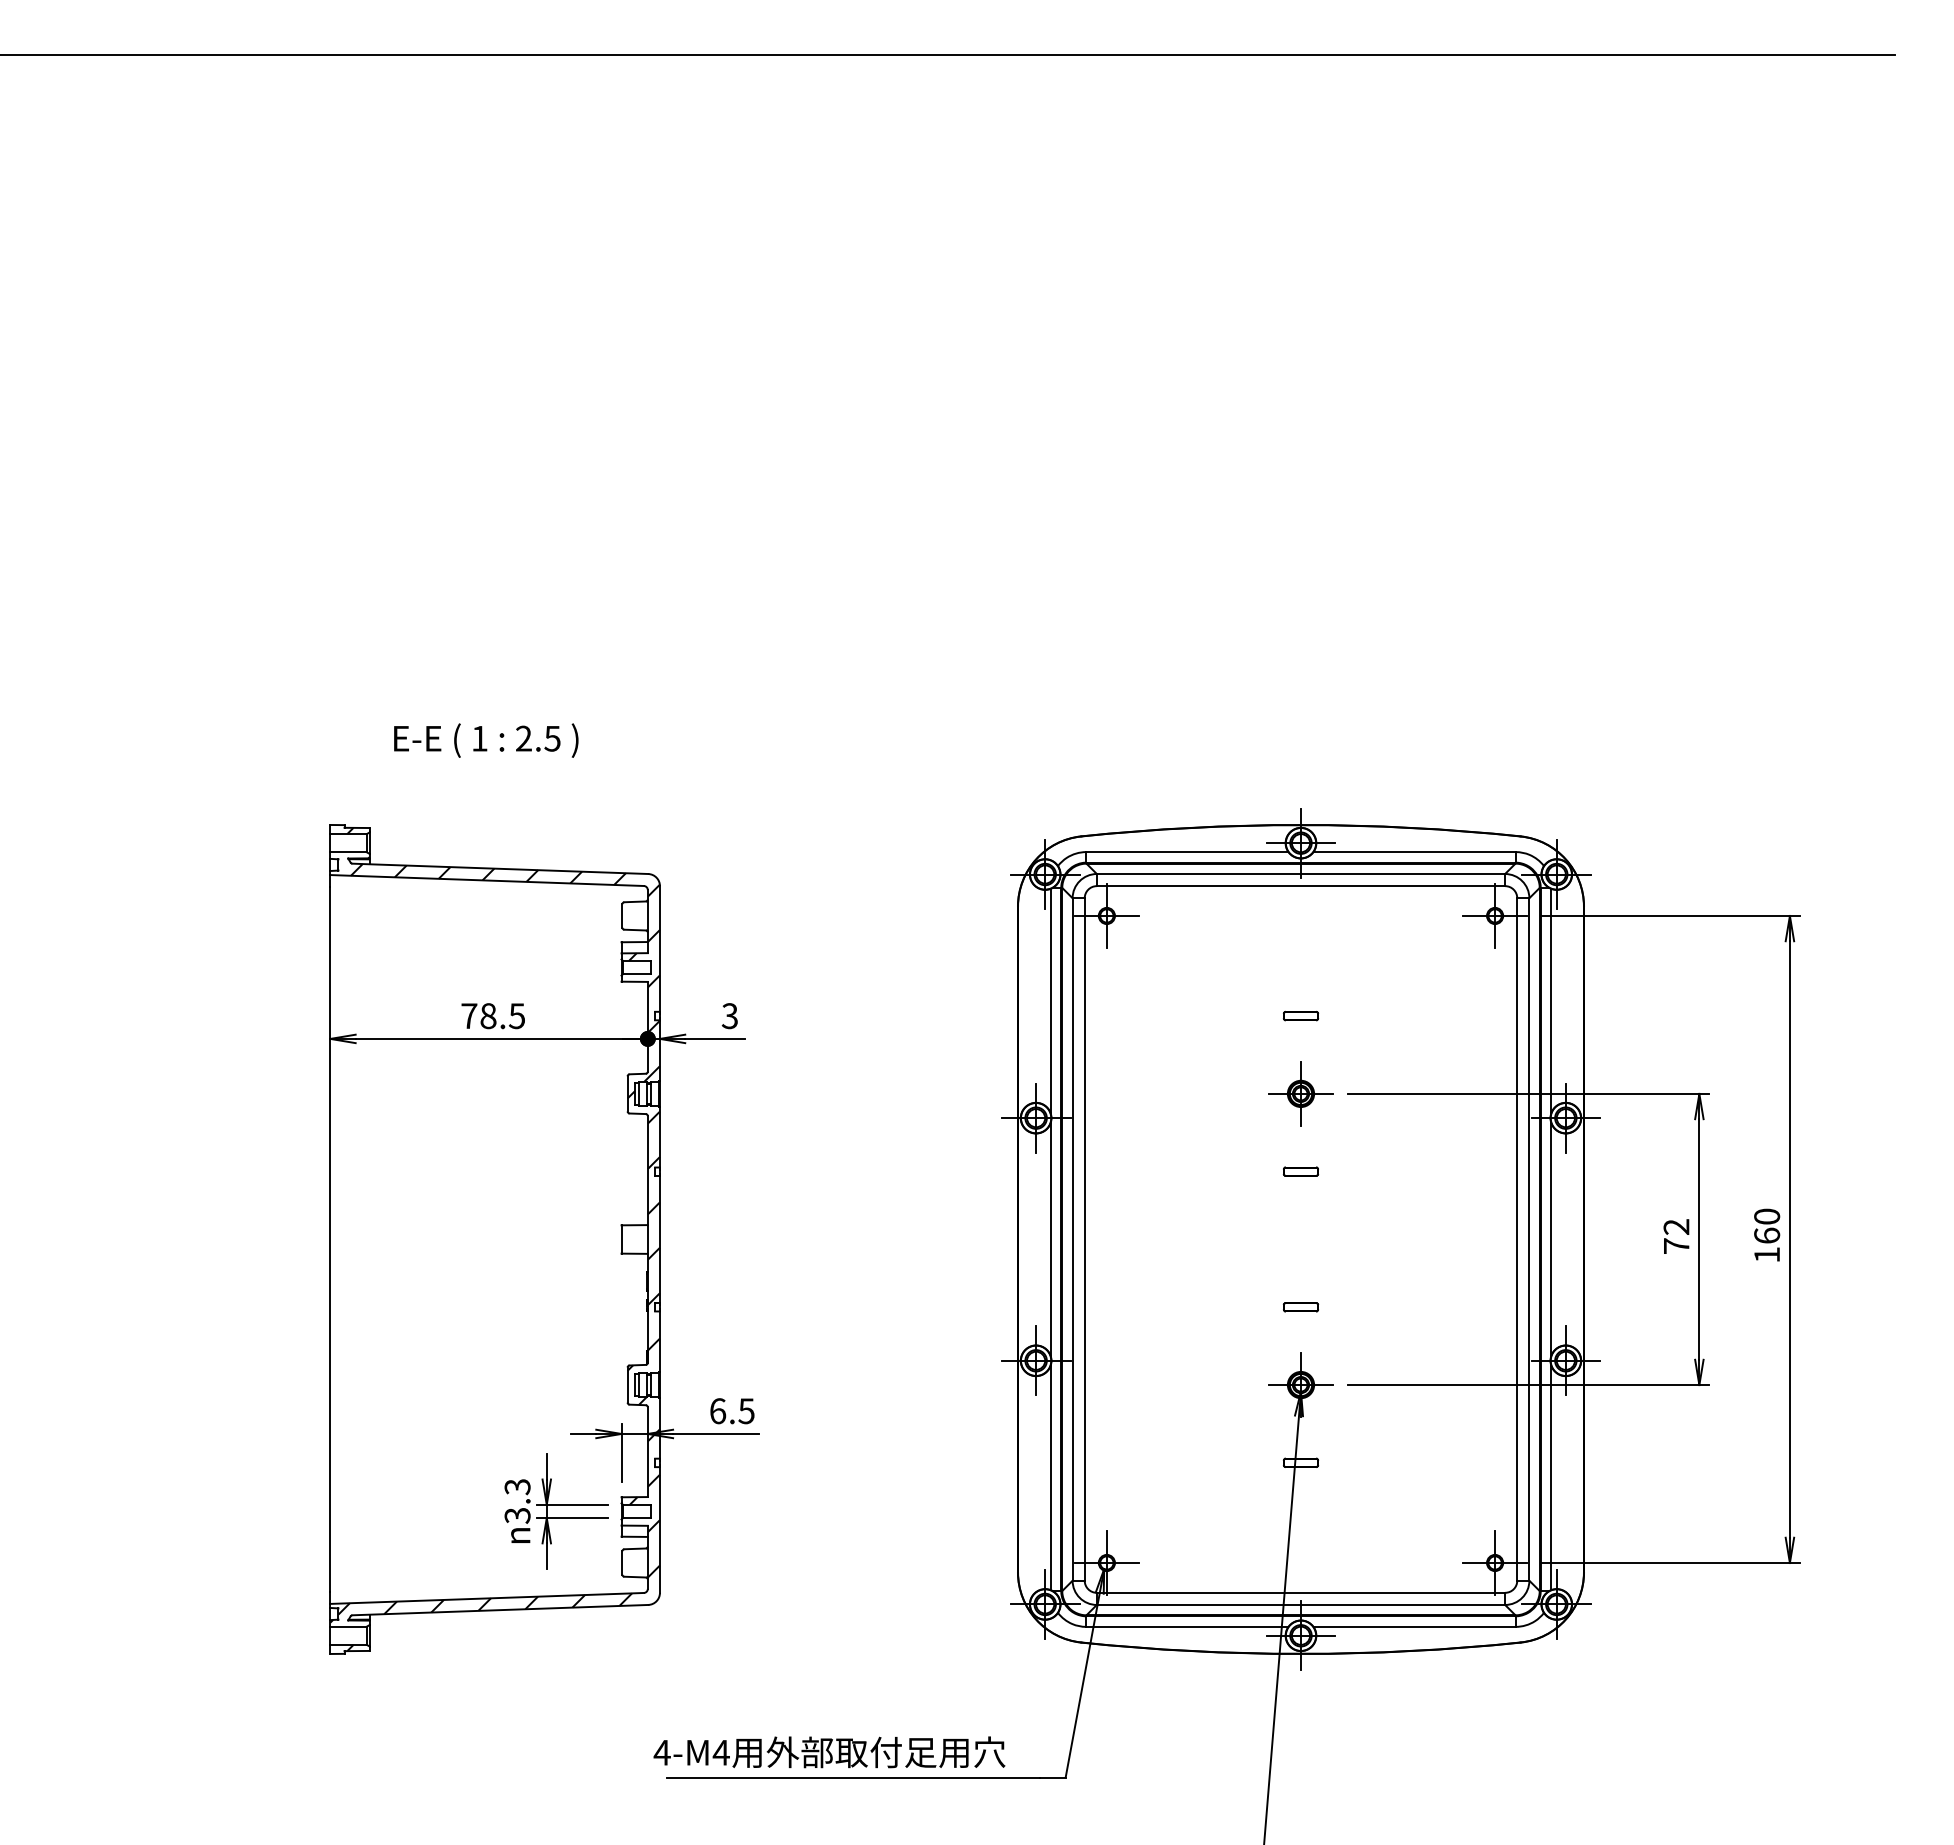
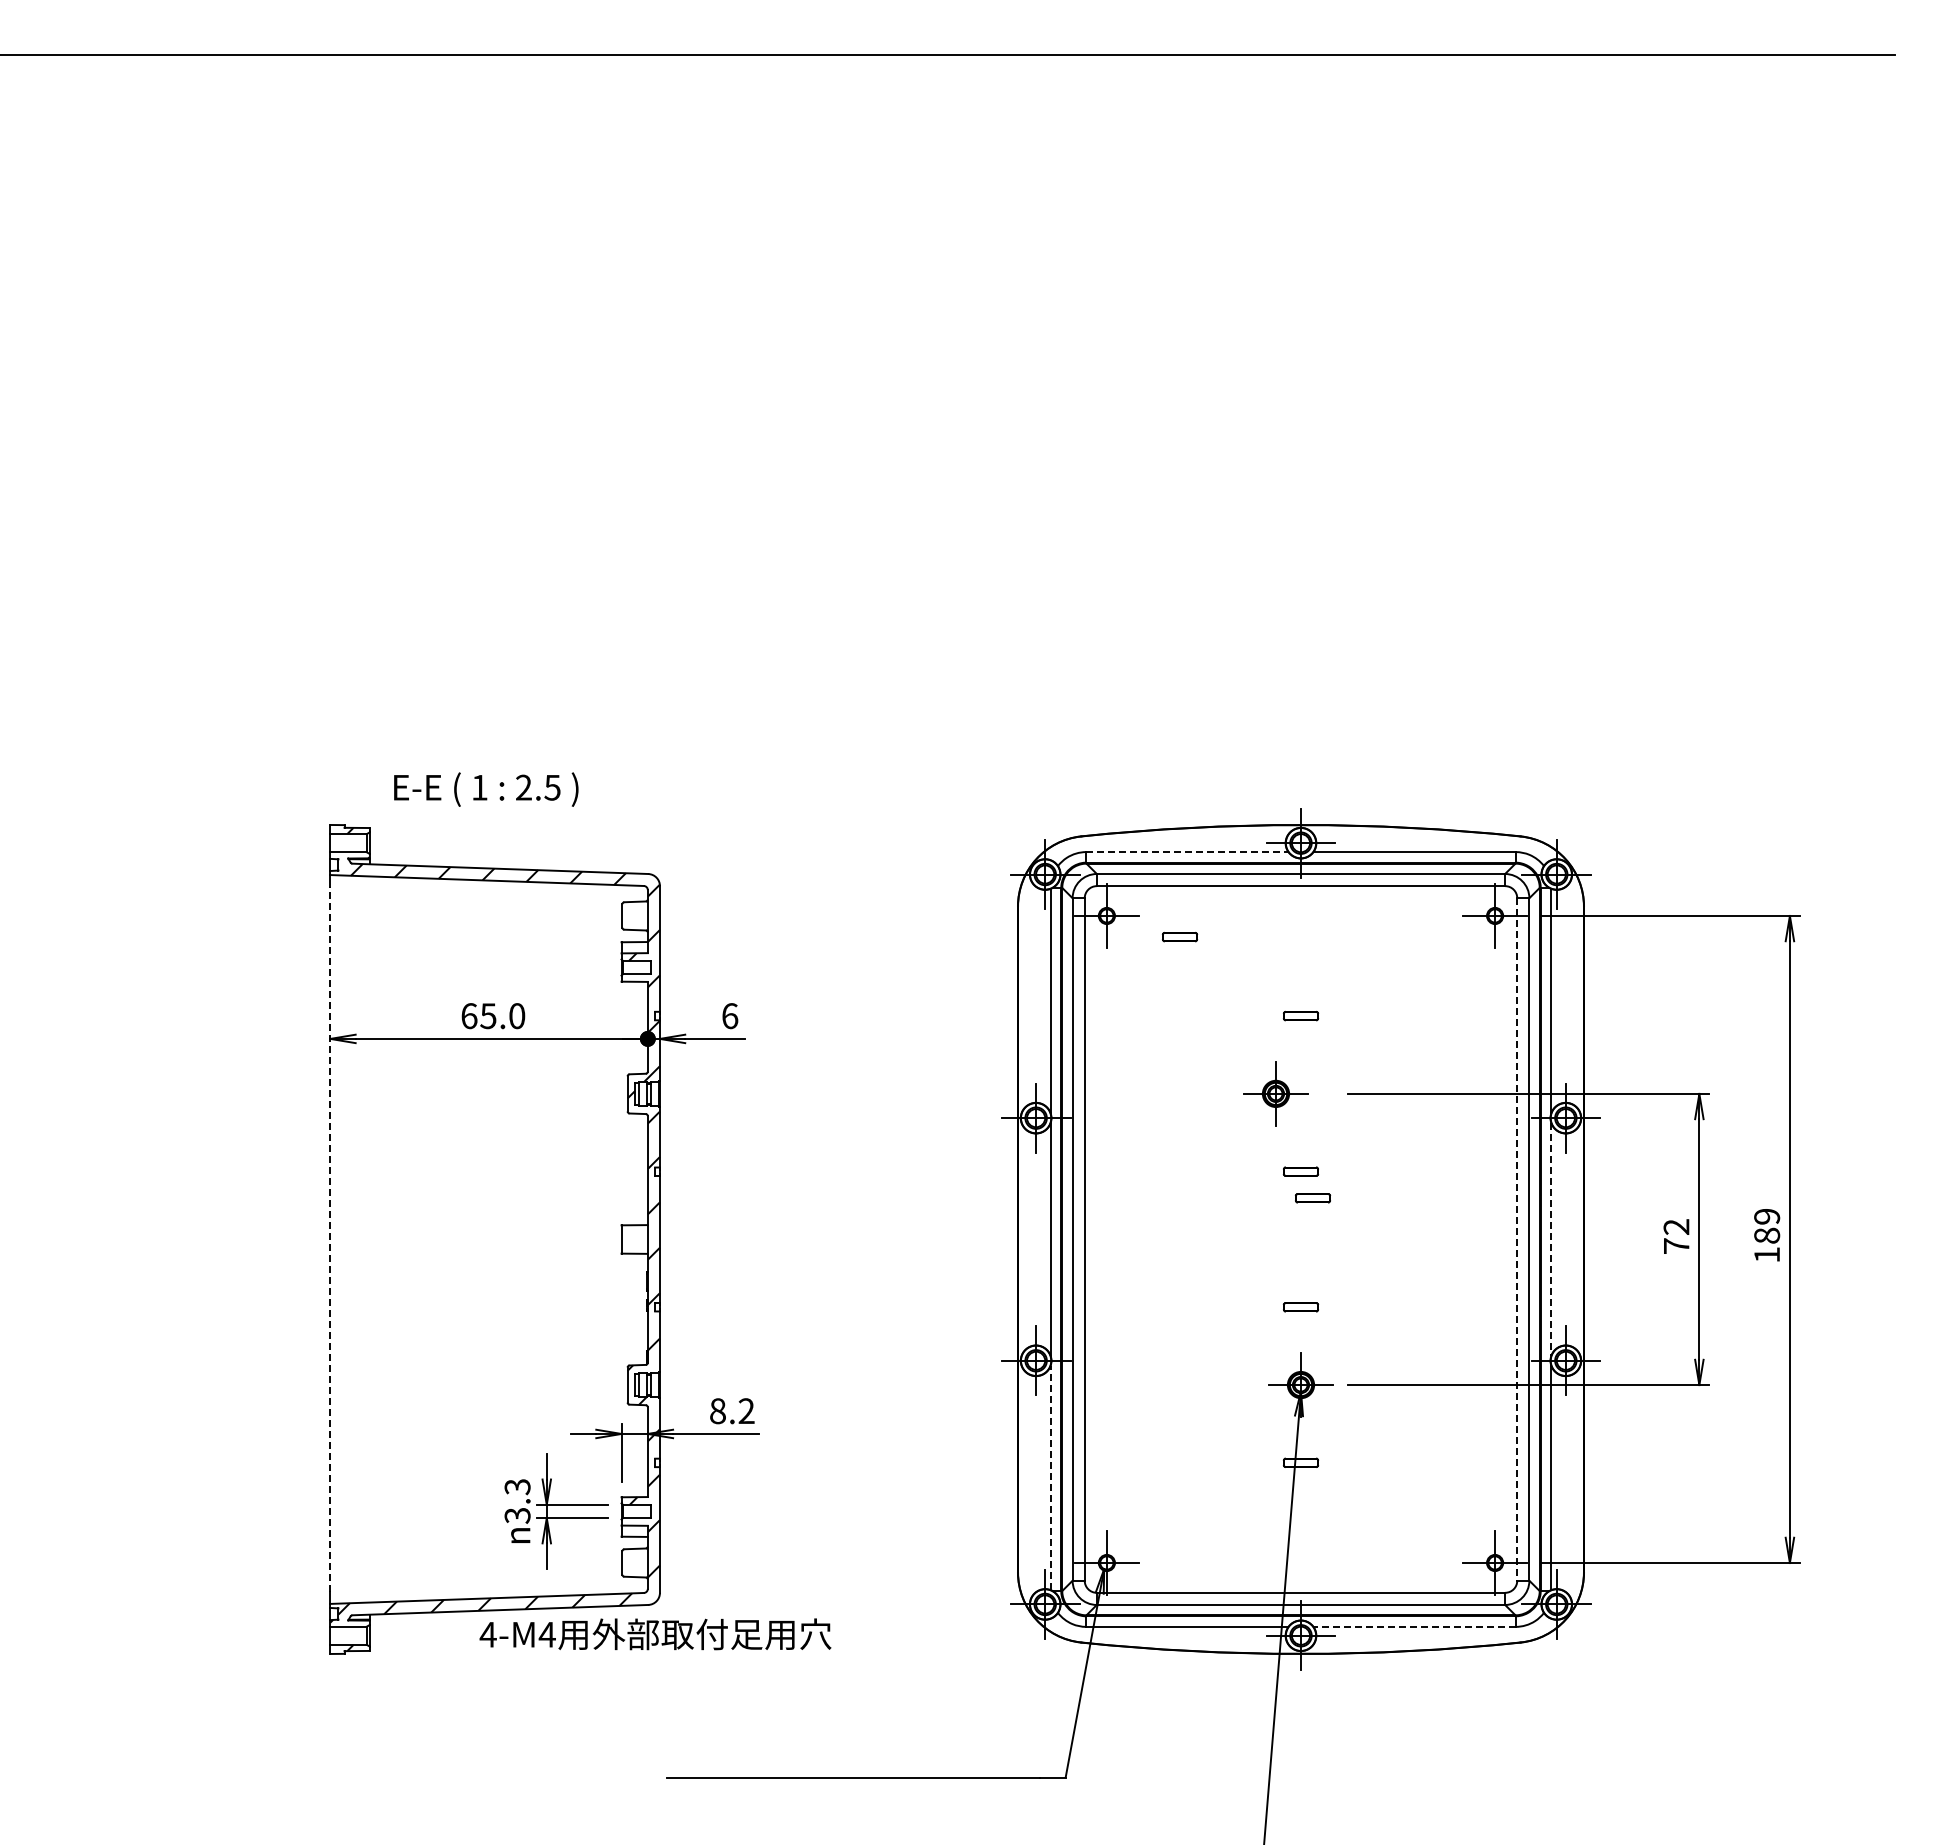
text at (486, 740) position: (486, 740) -> (486, 789)
line at (1187, 852): solid -> dashed
part at (1180, 937): none -> present
text at (493, 1016): 78.5 -> 65.0
text at (729, 1016): 3 -> 6
part at (1300, 1093) position: (1300, 1093) -> (1275, 1093)
part at (1313, 1198): none -> present
text at (1767, 1225): 160 -> 189
line at (330, 1238): solid -> dashed
line at (1517, 1239): solid -> dashed
line at (1551, 1239): solid -> dashed
text at (732, 1411): 6.5 -> 8.2
line at (1050, 1477): solid -> dashed
line at (1414, 1626): solid -> dashed
text at (829, 1752) position: (829, 1752) -> (655, 1634)
